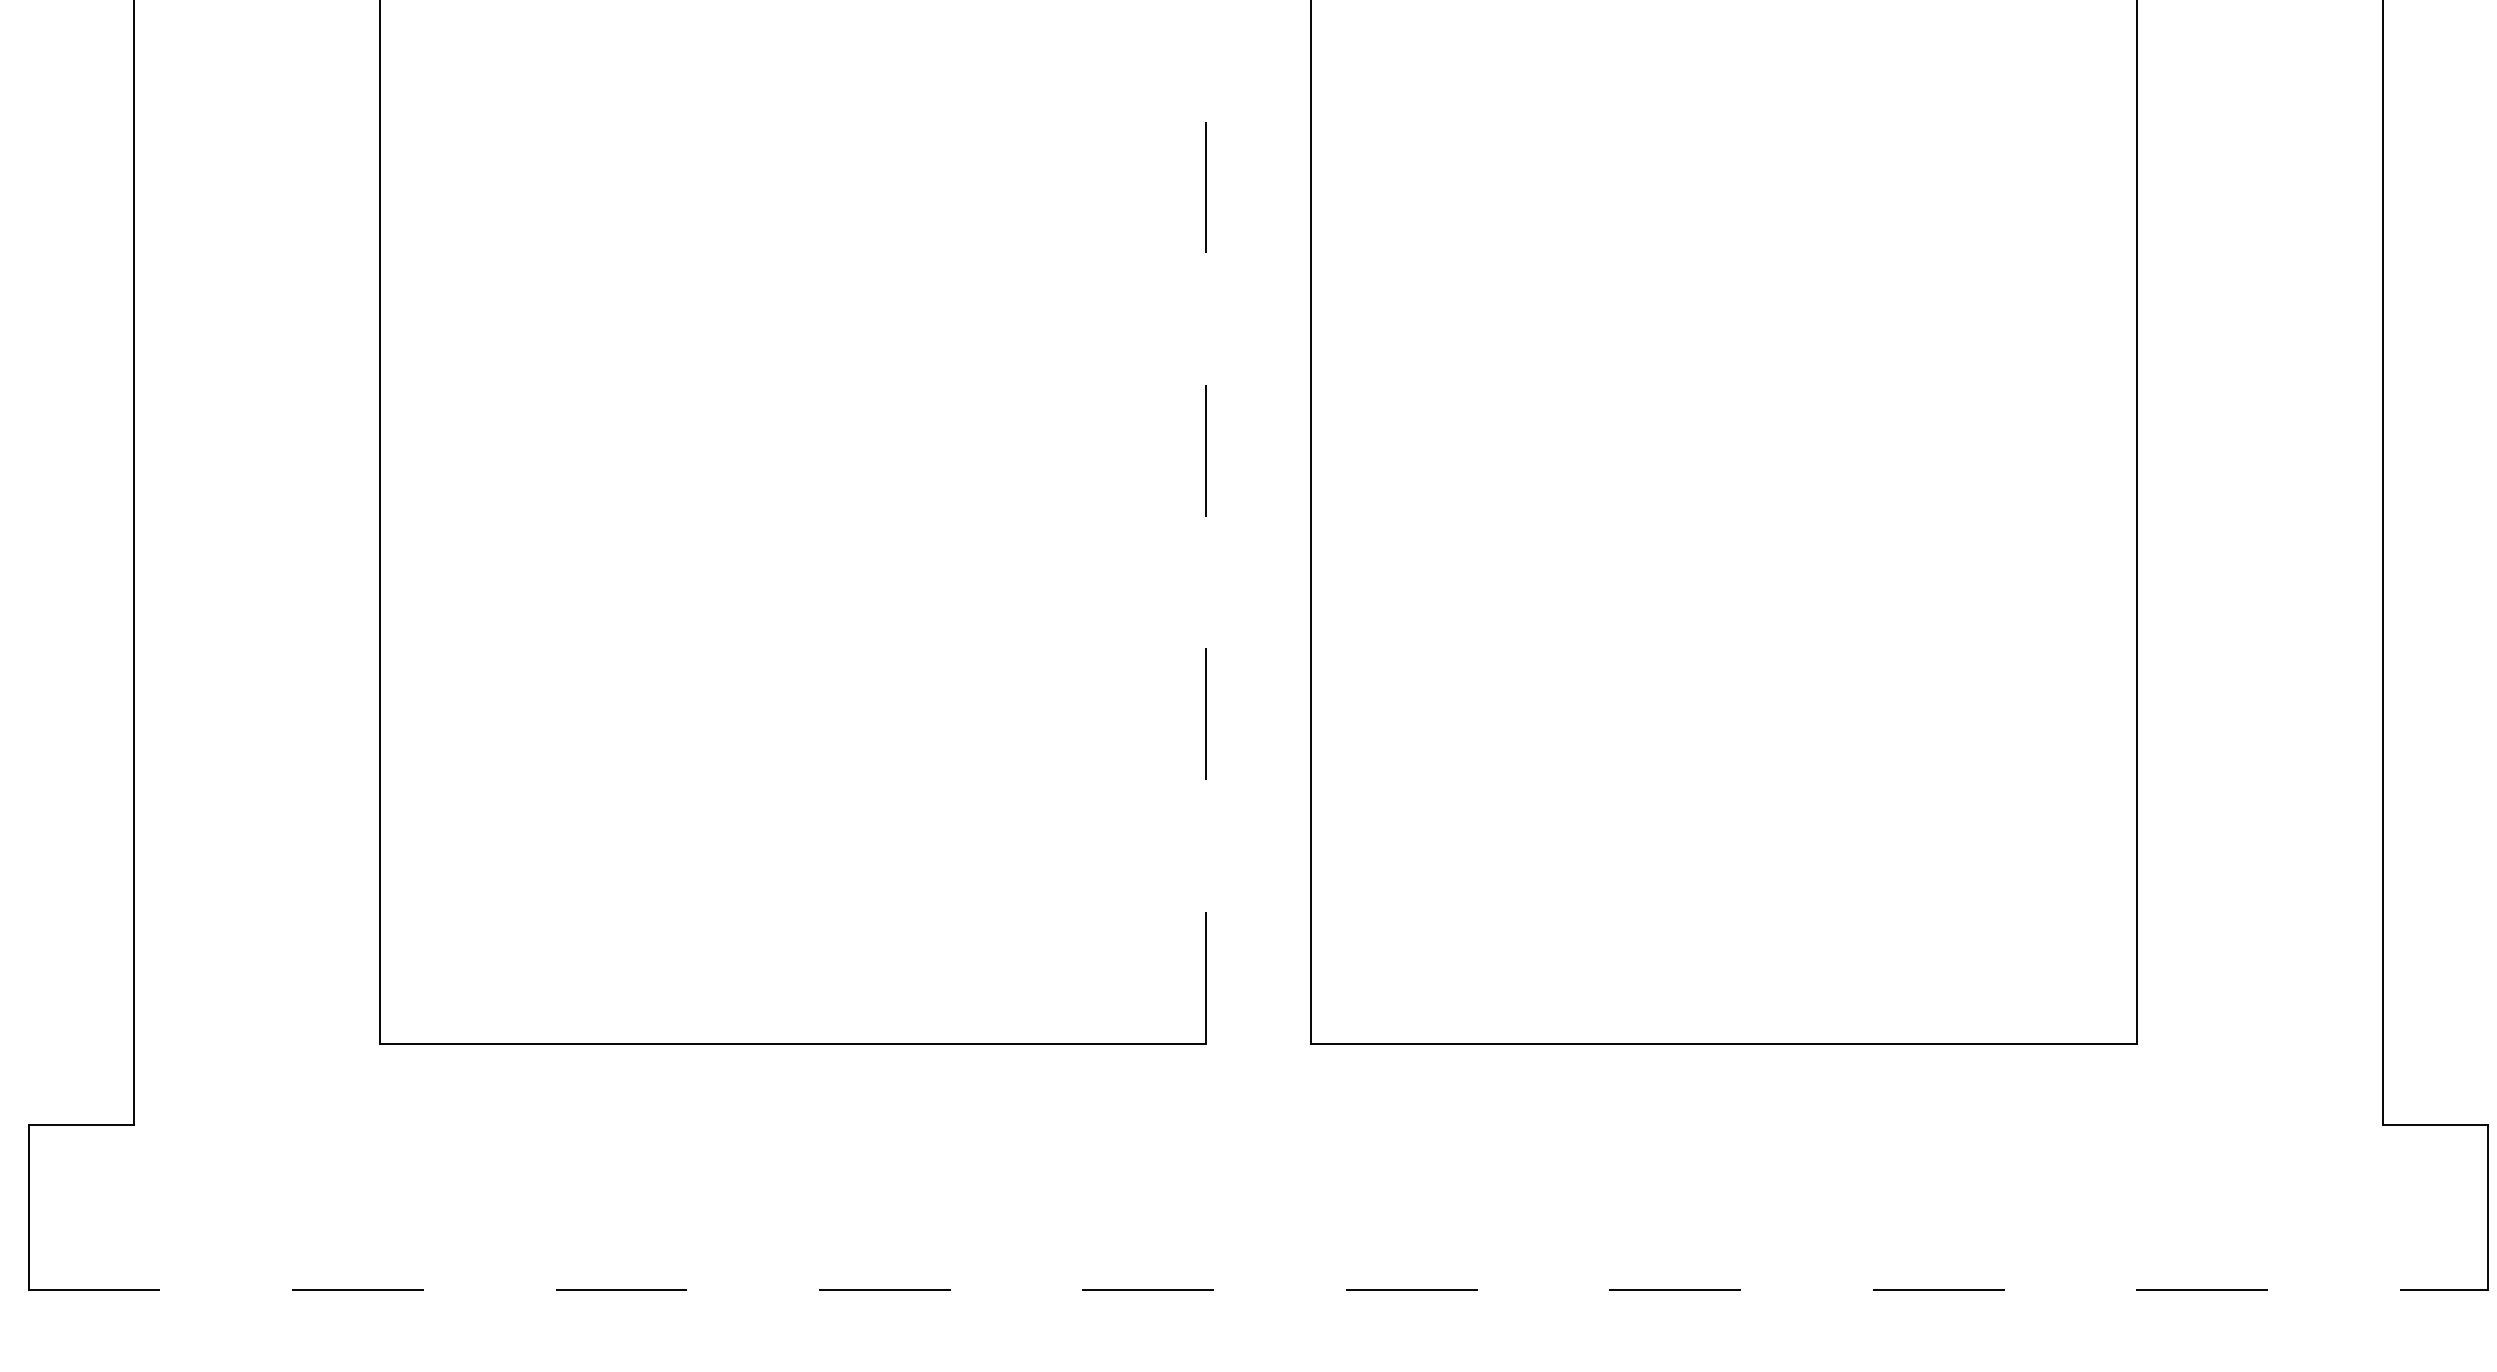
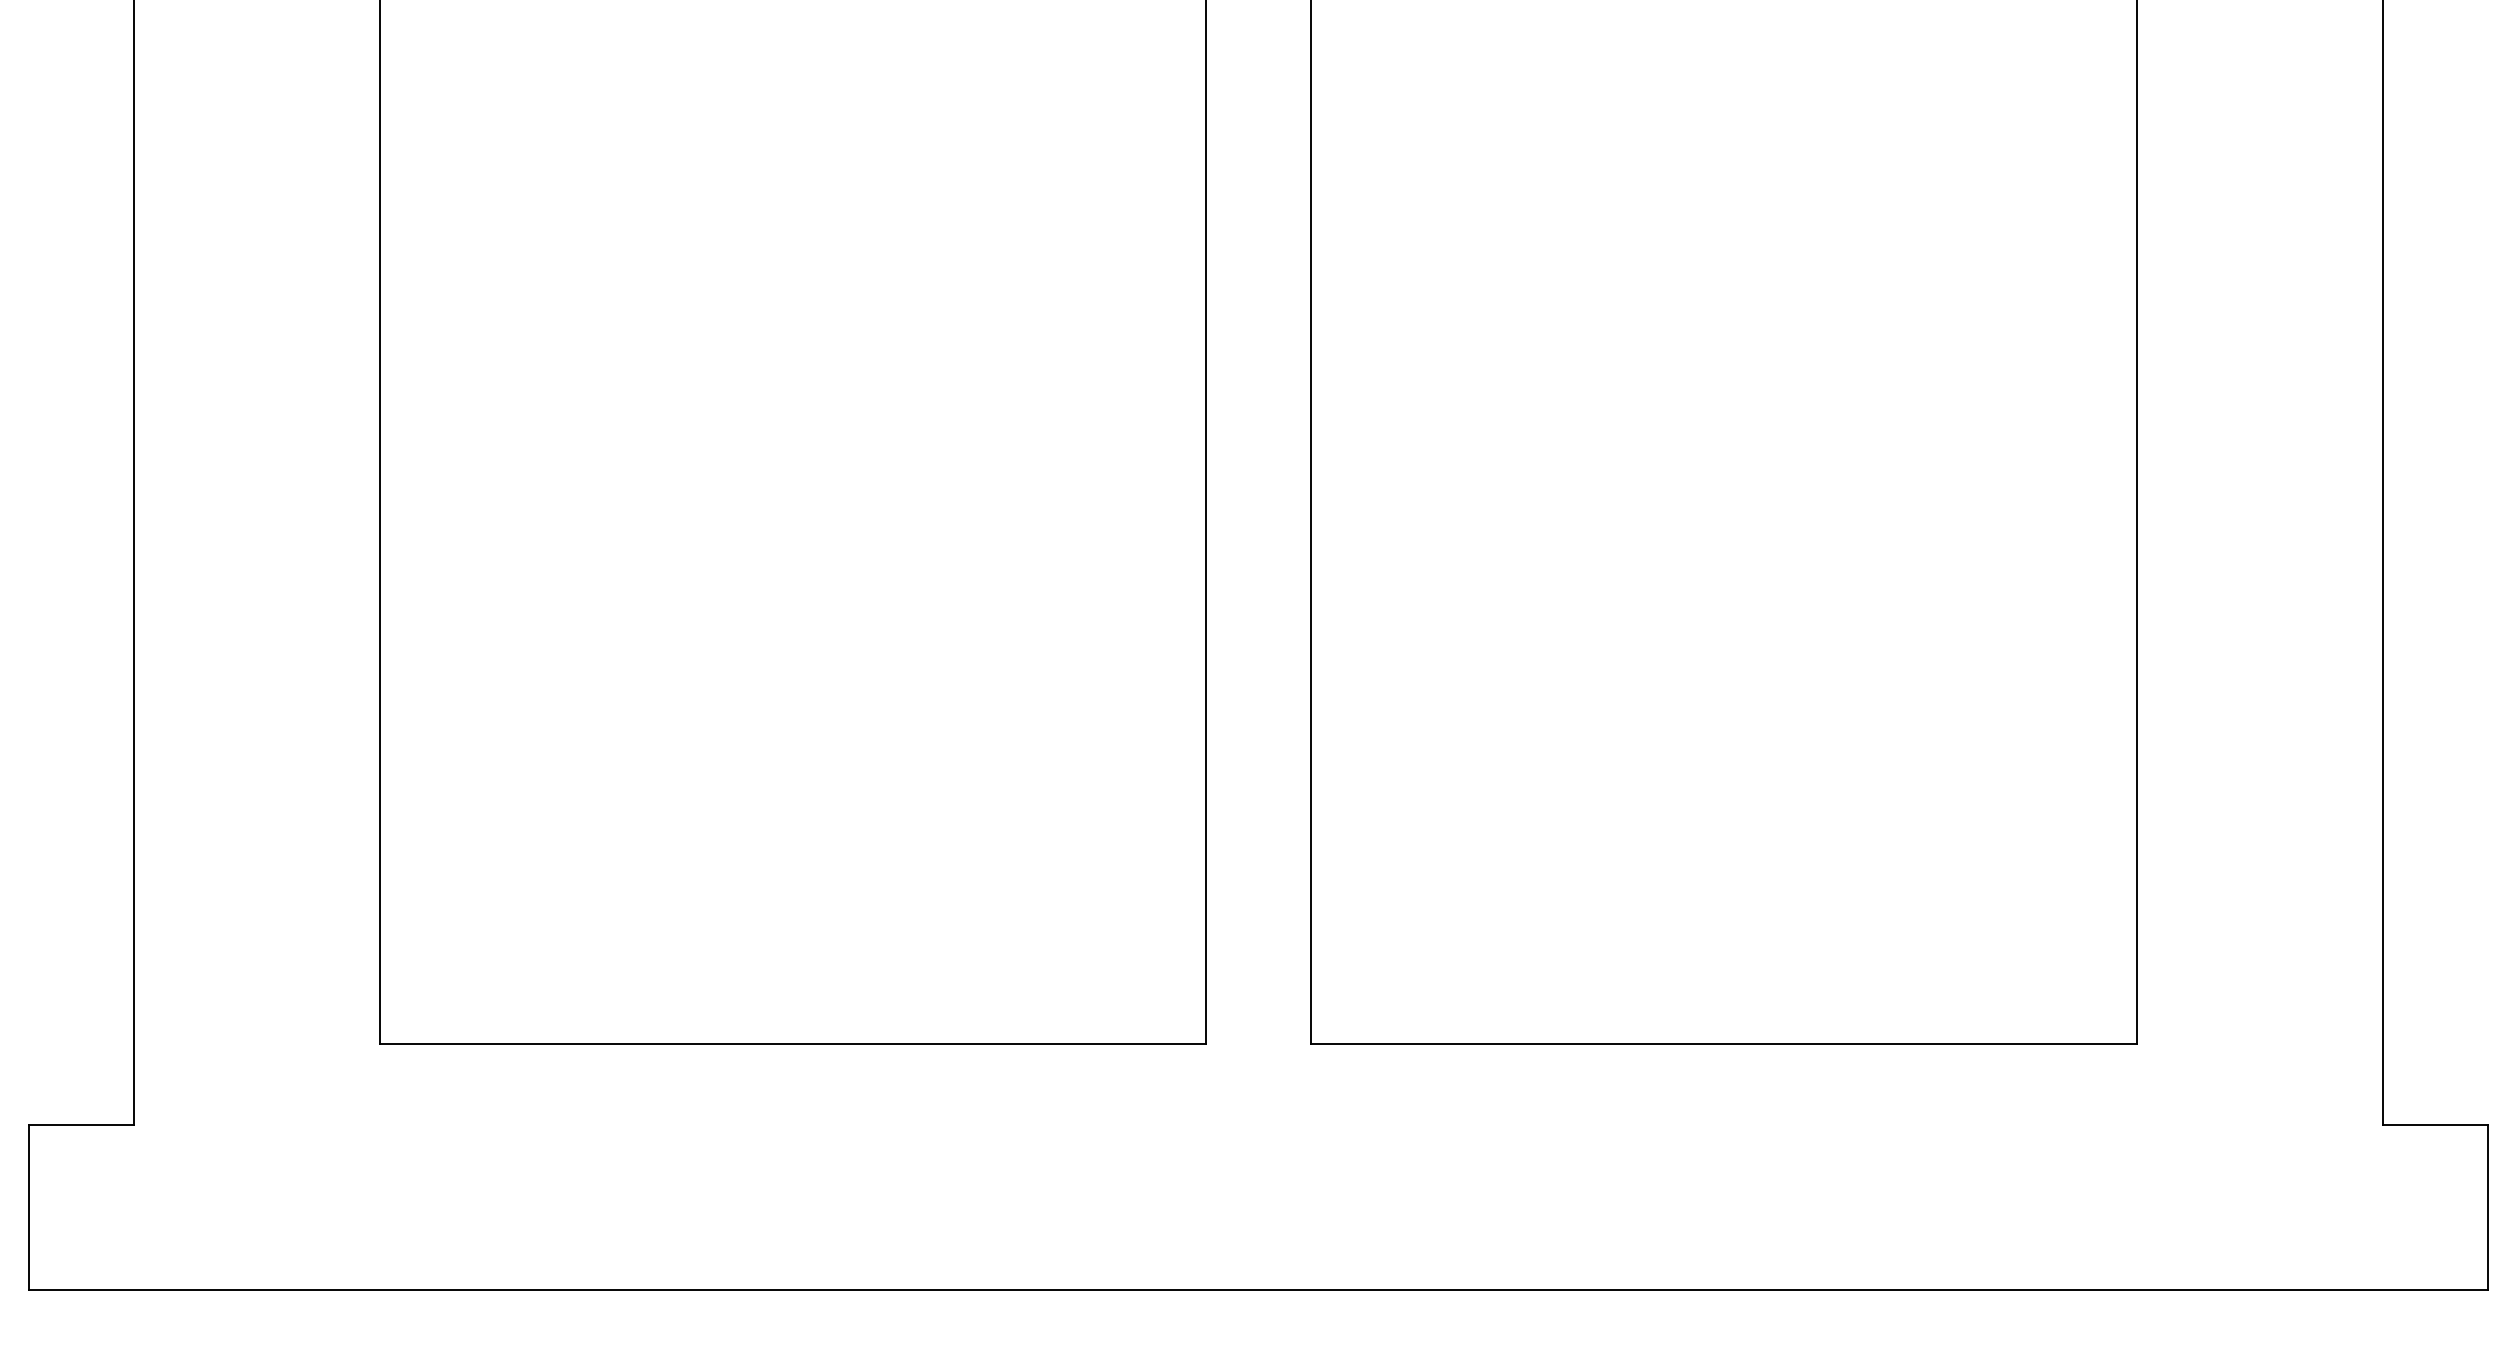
line at (1205, 521): dashed -> solid
line at (1258, 1289): dashed -> solid
